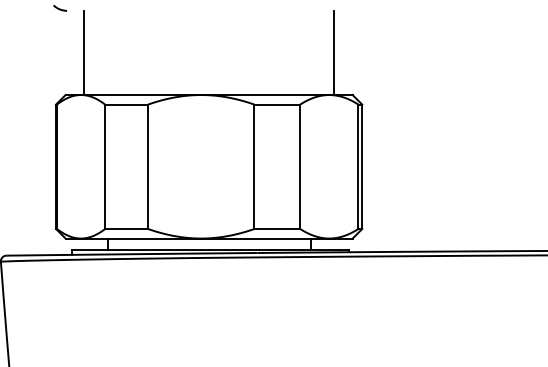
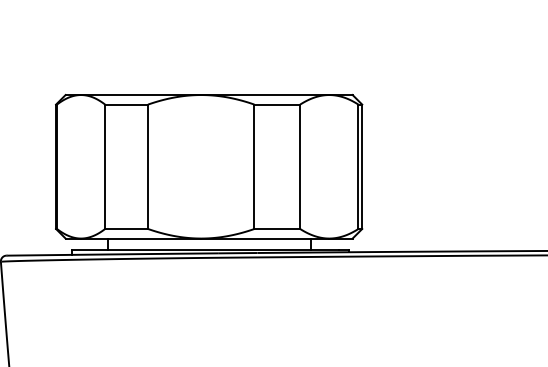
arc at (59, 8): present -> none
line at (83, 52): present -> none
line at (334, 52): present -> none
